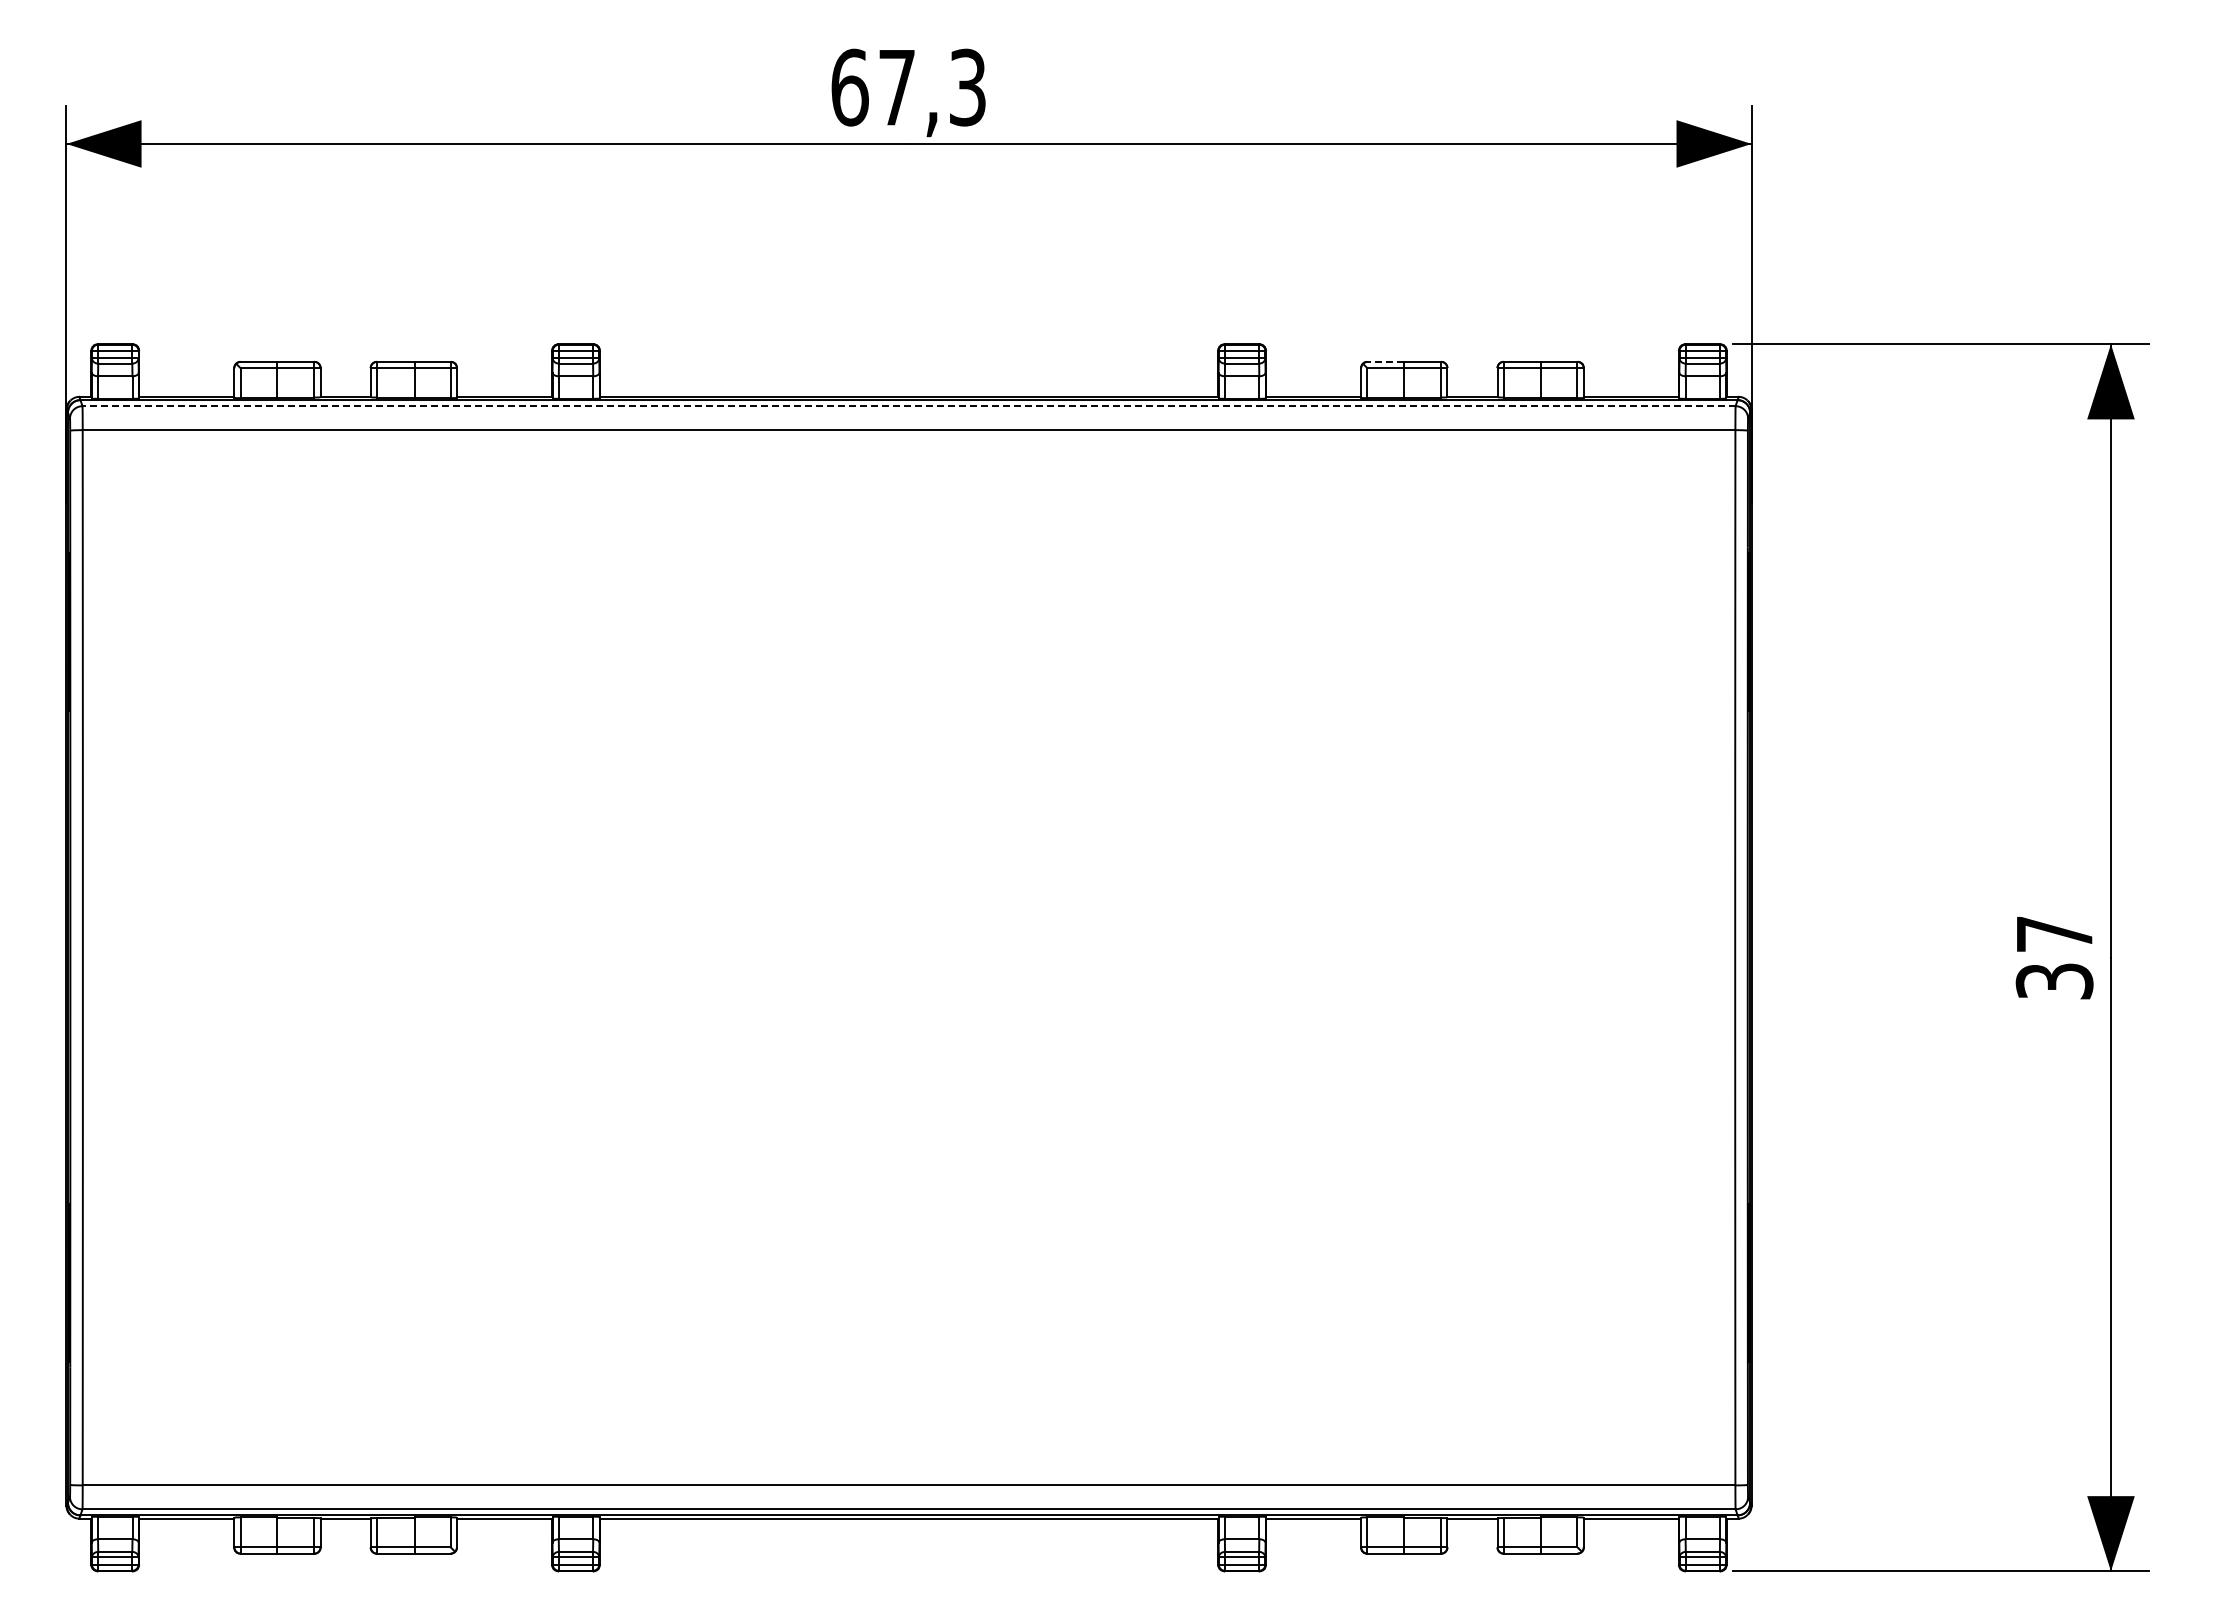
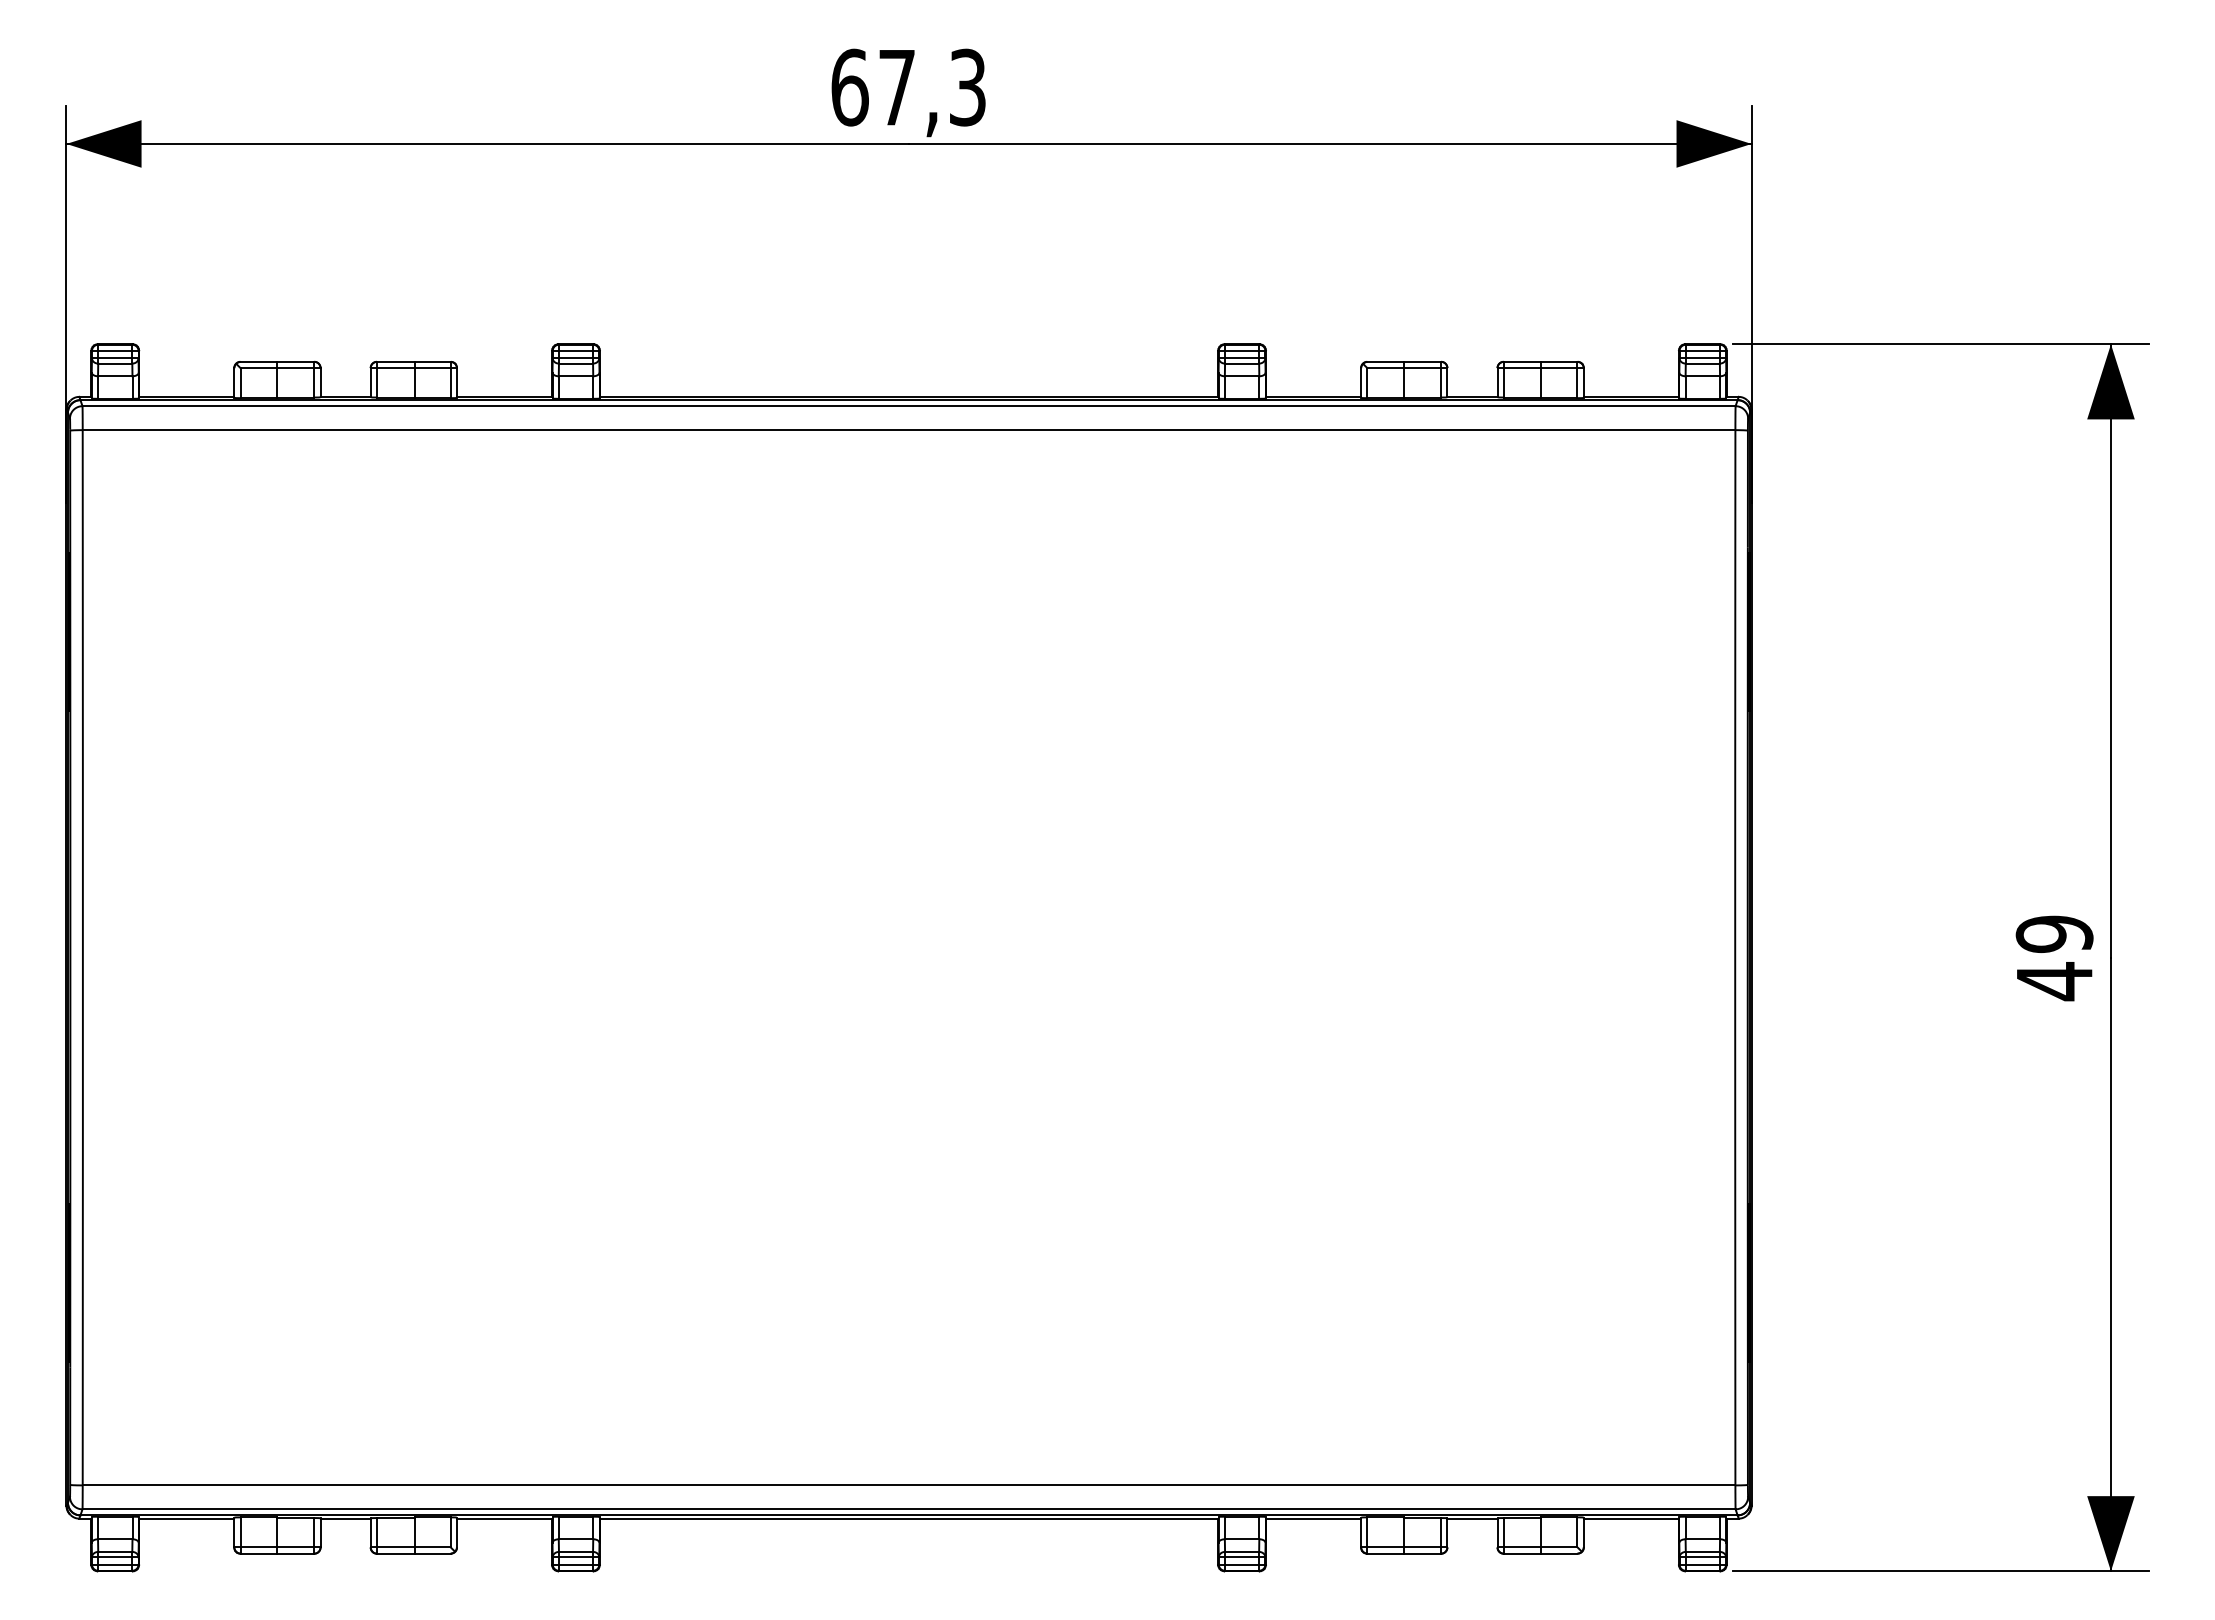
line at (1385, 361): dashed -> solid
line at (909, 406): dashed -> solid
text at (2054, 958): 37 -> 49
